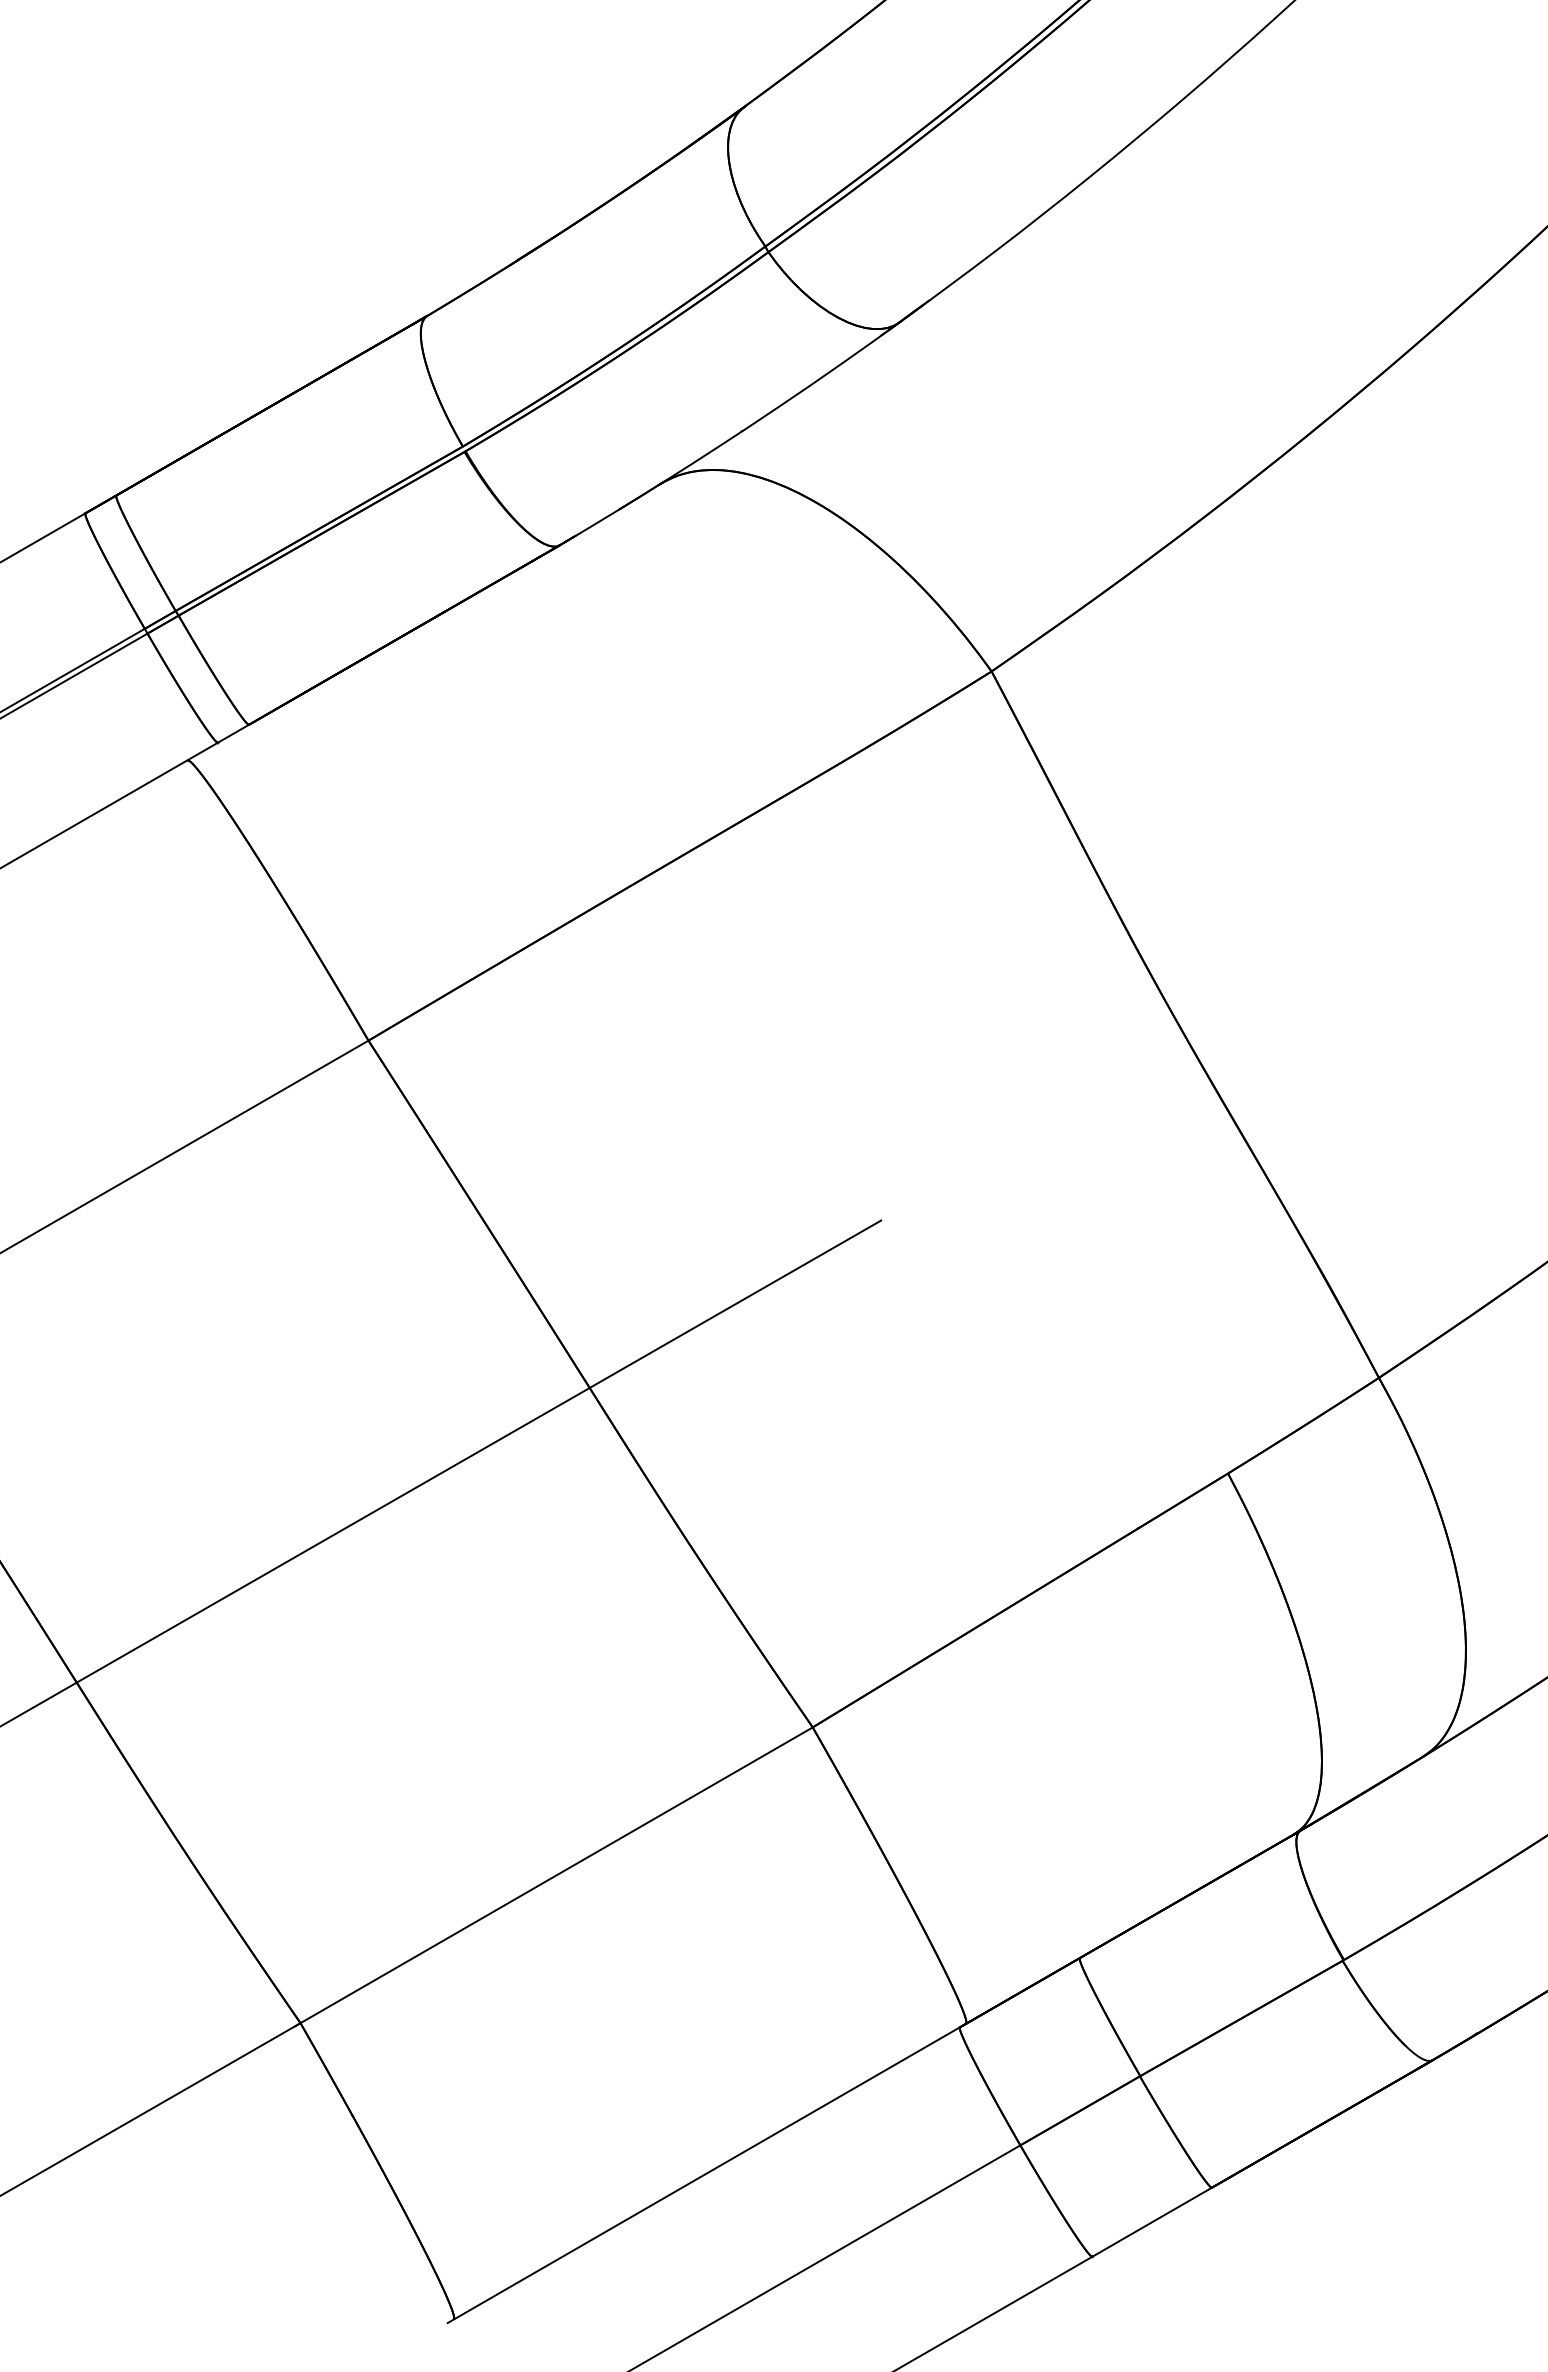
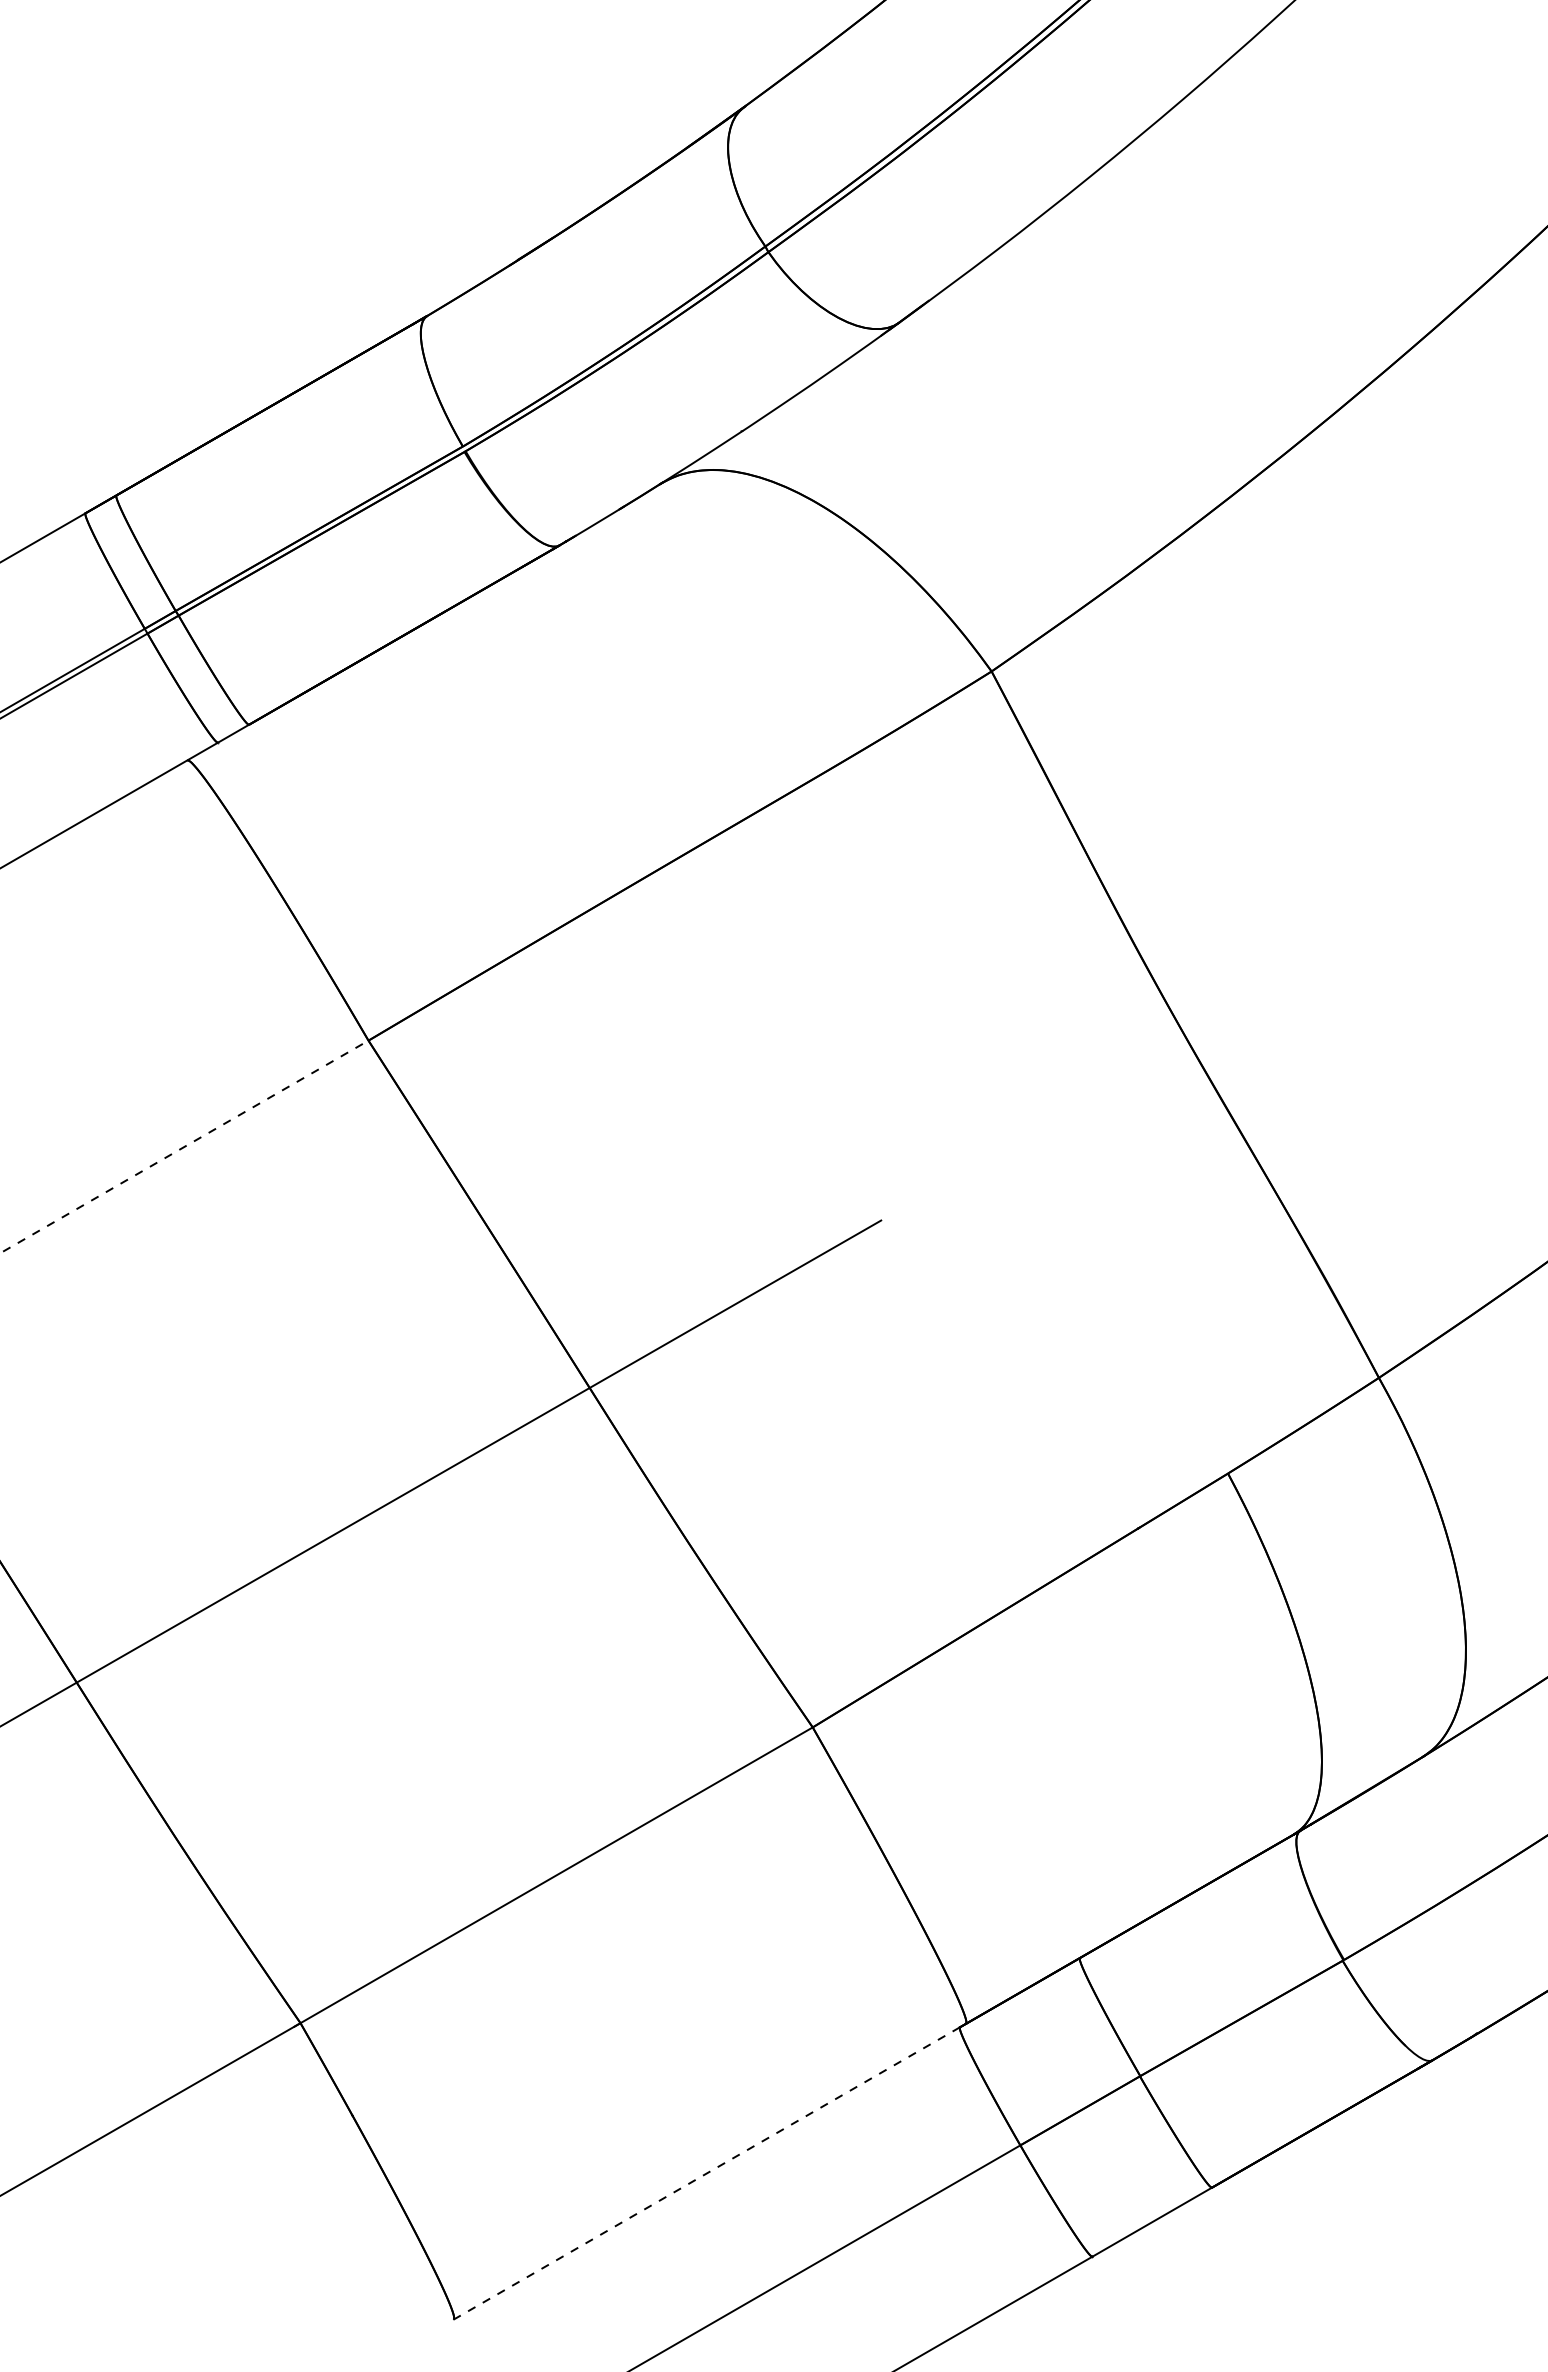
line at (185, 1146): solid -> dashed
line at (703, 2175): solid -> dashed
